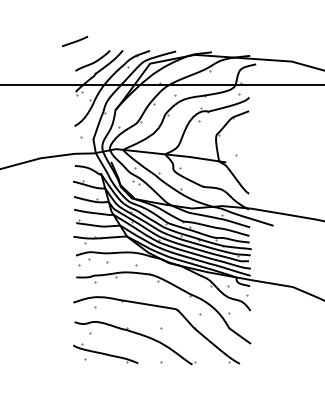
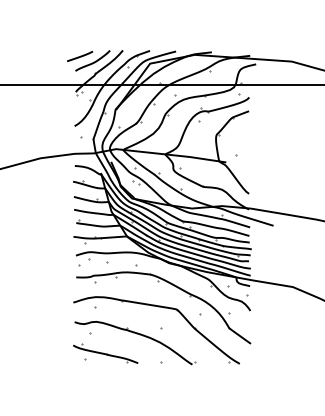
line at (75, 41) position: (75, 41) -> (80, 56)
